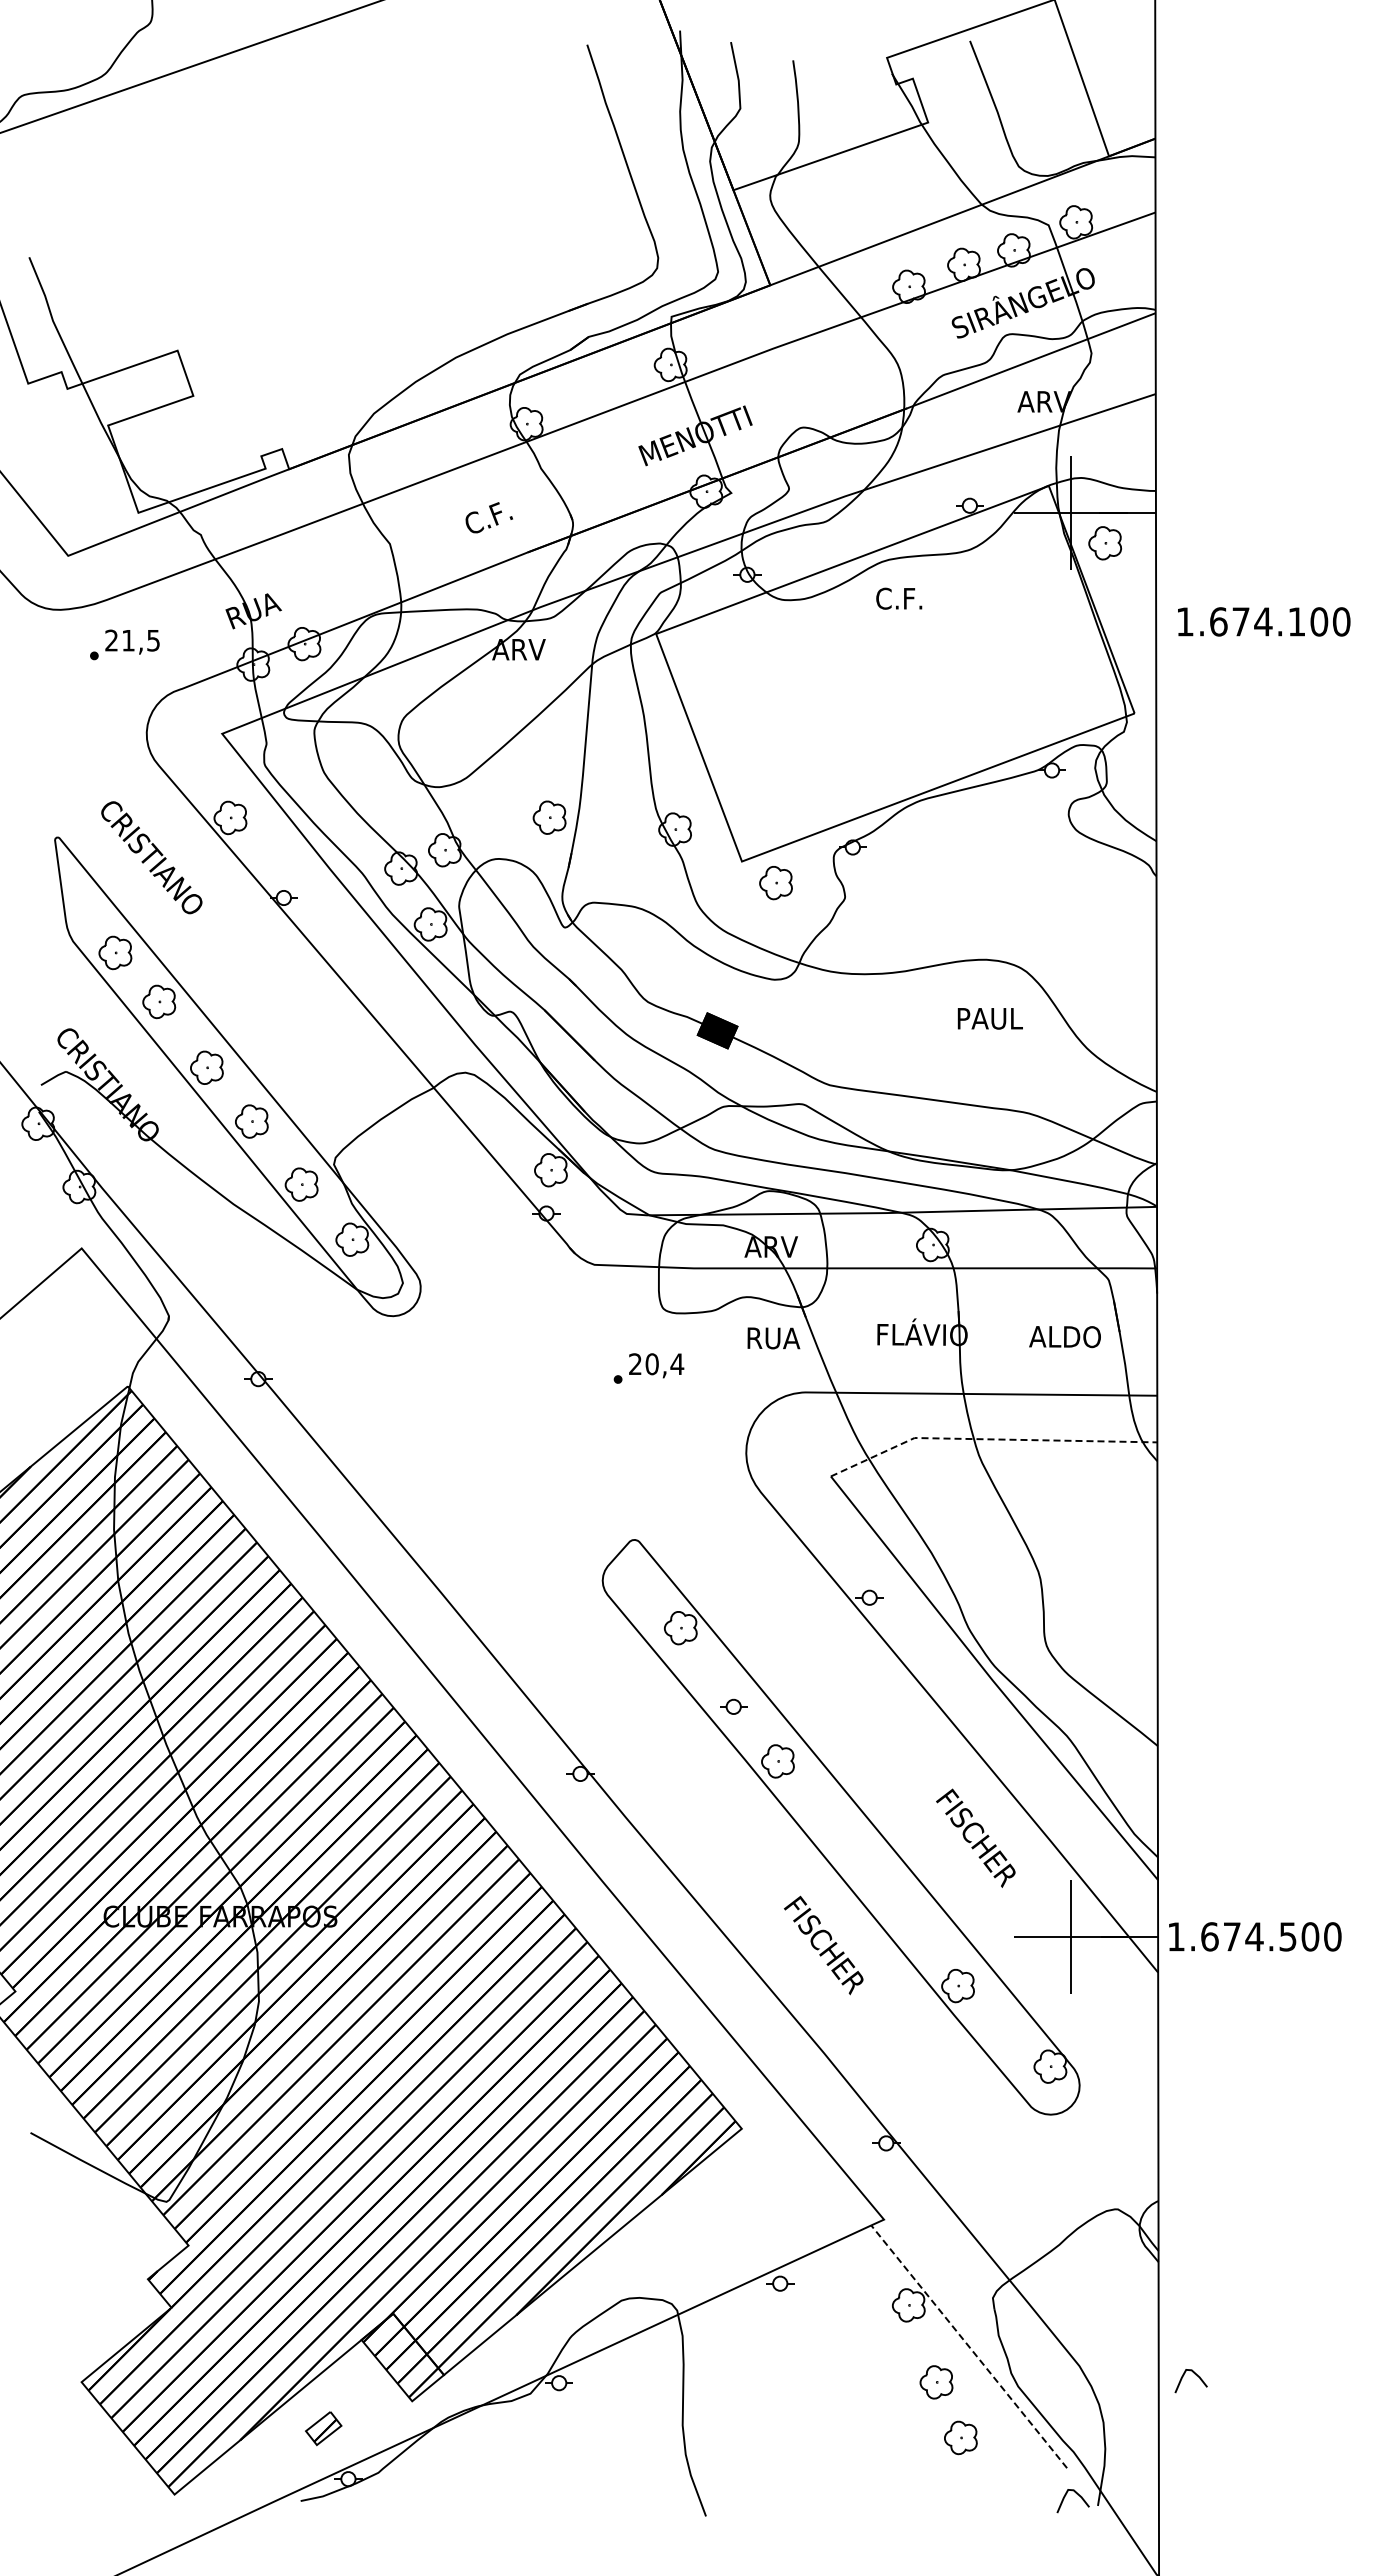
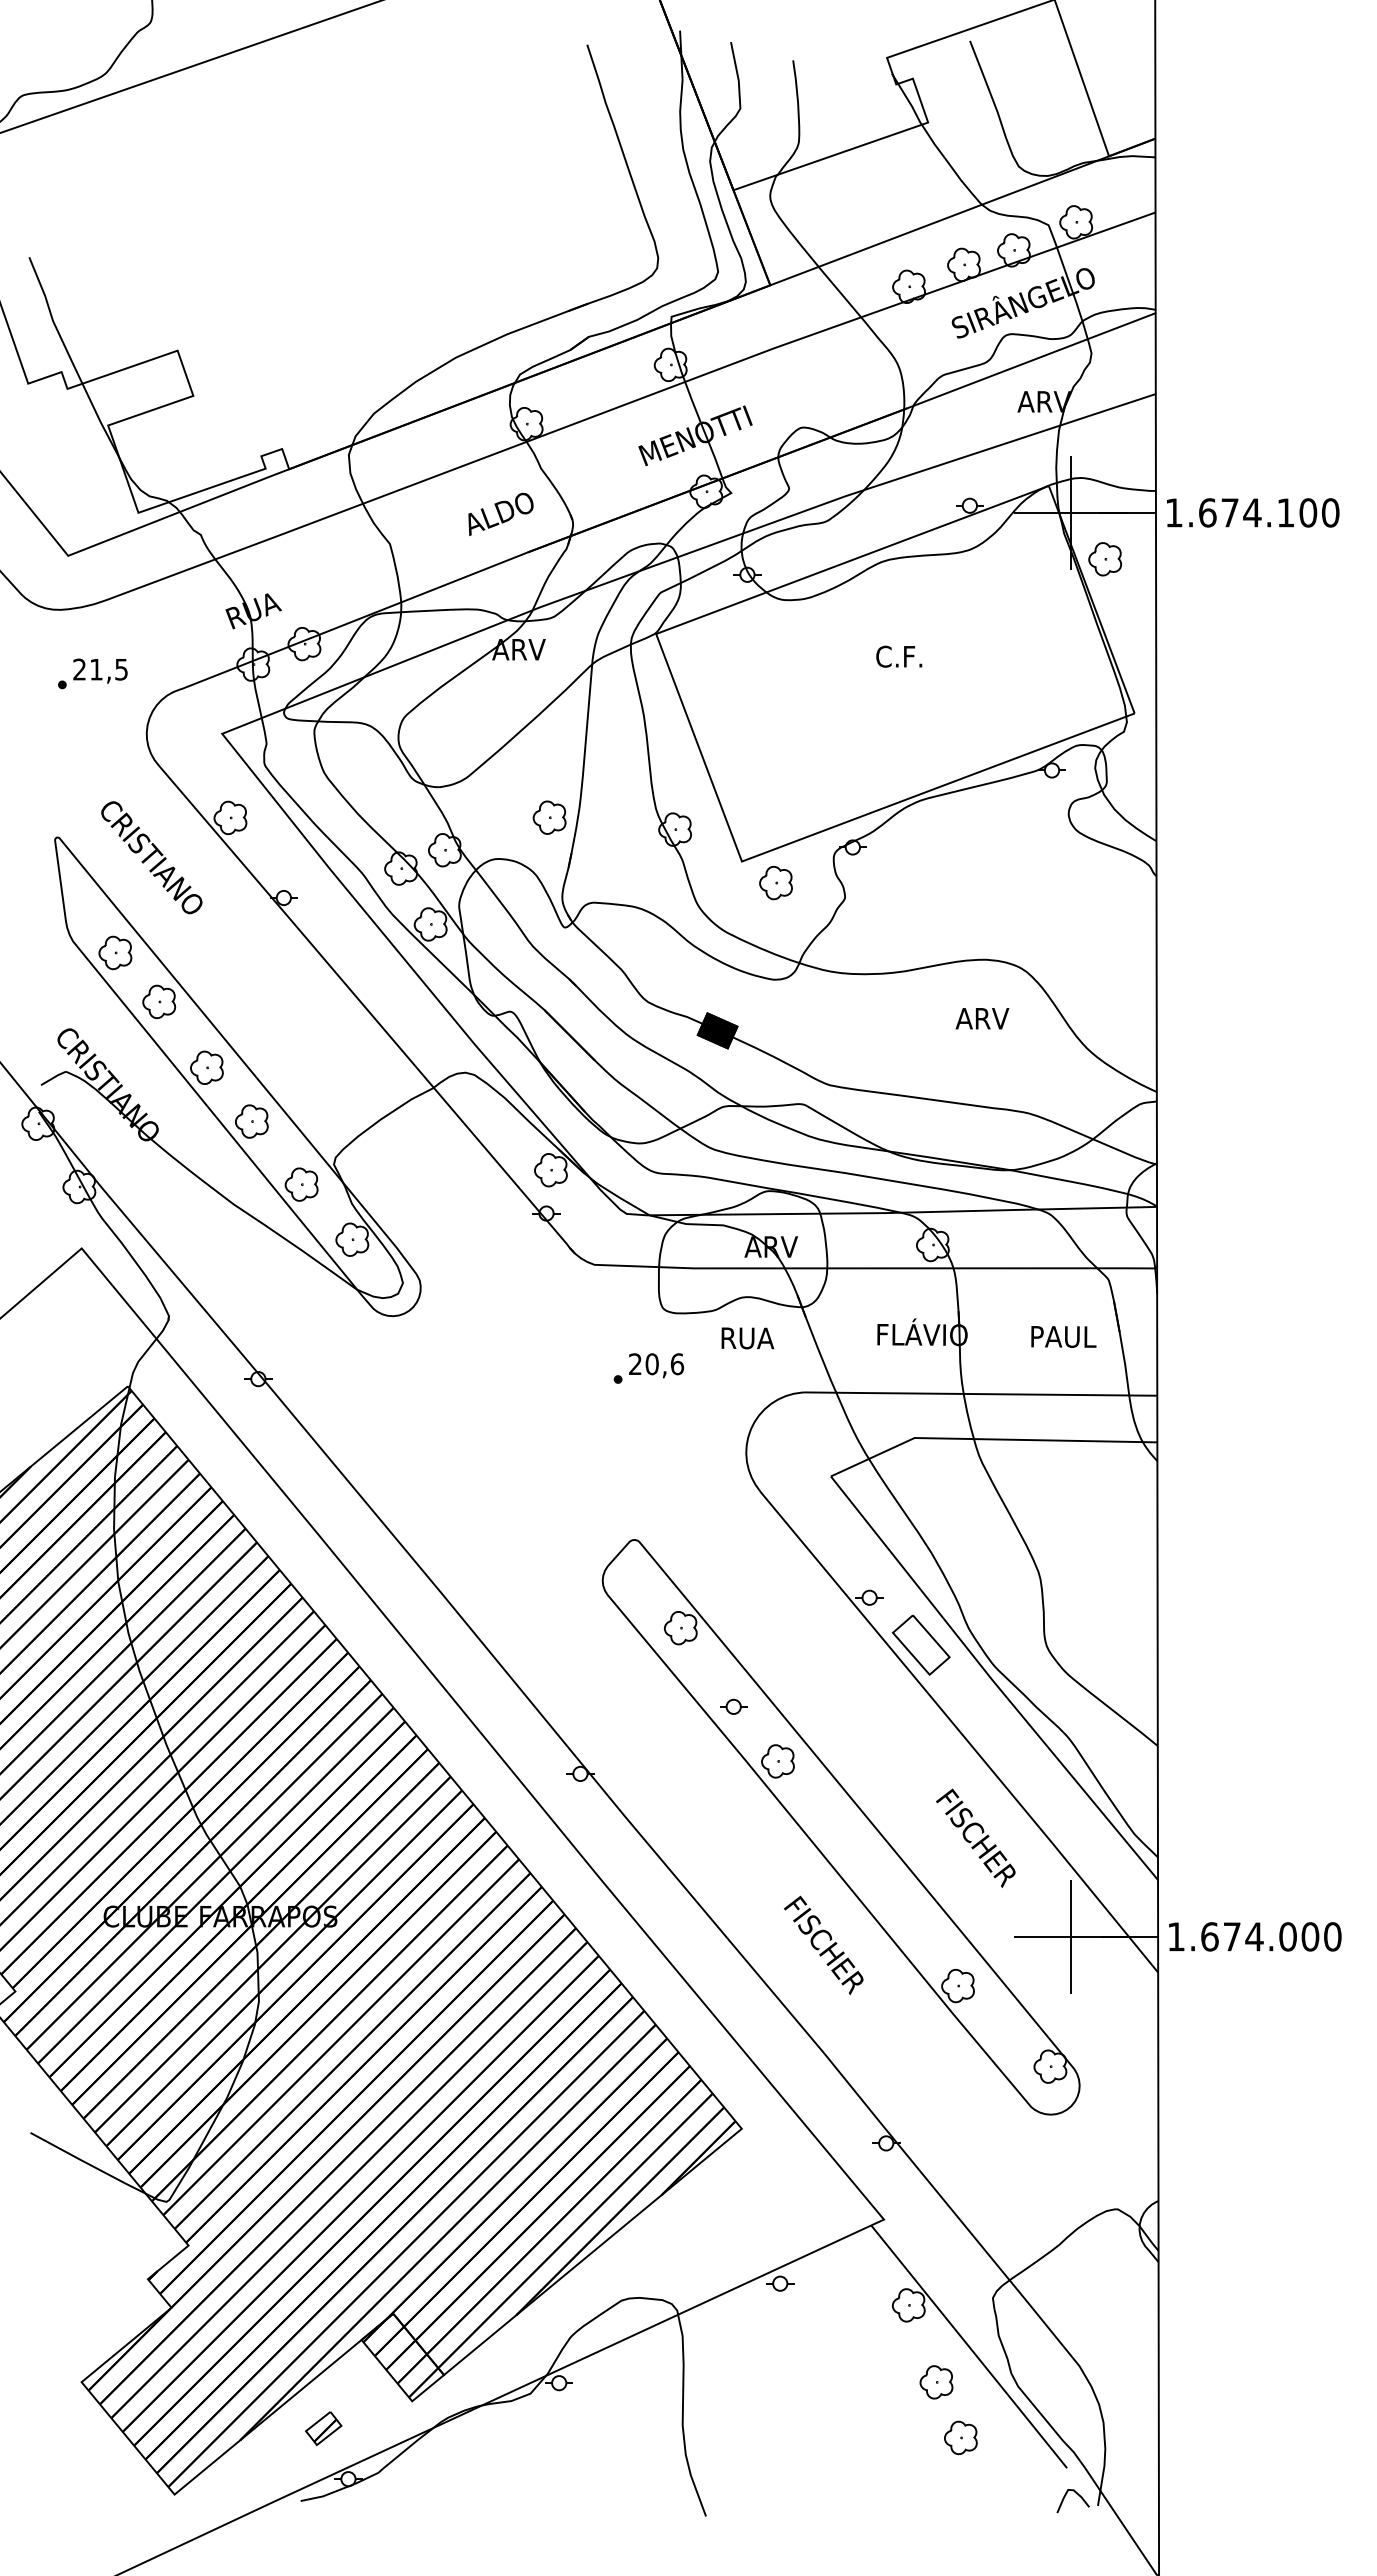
text at (499, 514): C.F. -> ALDO
part at (1105, 543) position: (1105, 543) -> (1105, 559)
text at (899, 598) position: (899, 598) -> (899, 656)
text at (1264, 621) position: (1264, 621) -> (1253, 512)
part at (124, 644) position: (124, 644) -> (92, 673)
text at (988, 1018): PAUL -> ARV
text at (1064, 1337): ALDO -> PAUL
text at (773, 1338) position: (773, 1338) -> (747, 1338)
text at (677, 1364): 20,4 -> 20,6
line at (989, 1439): dashed -> solid
part at (920, 1644): none -> present
text at (1287, 1936): 1.674.500 -> 1.674.000
line at (969, 2346): dashed -> solid
curve at (1194, 2374): present -> none
